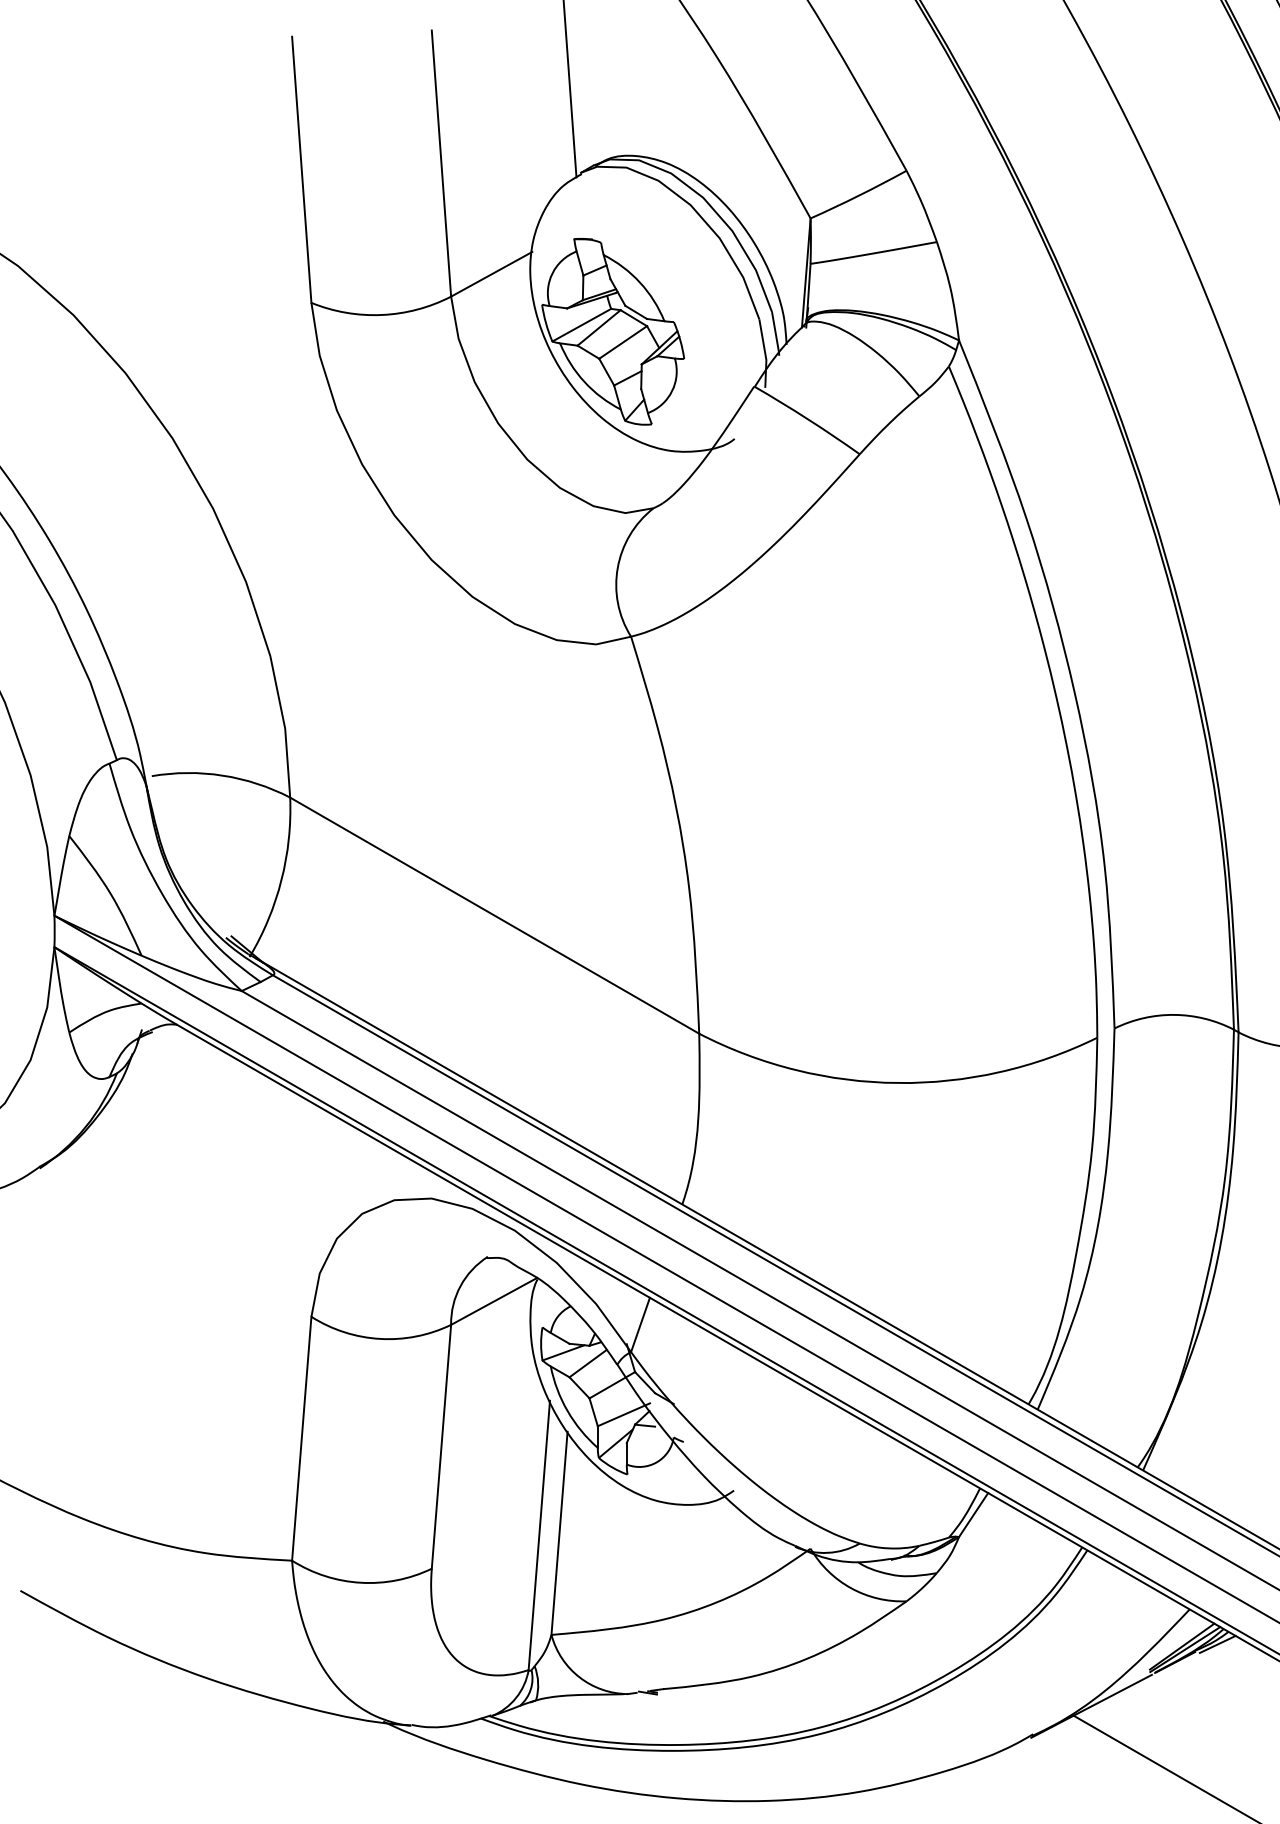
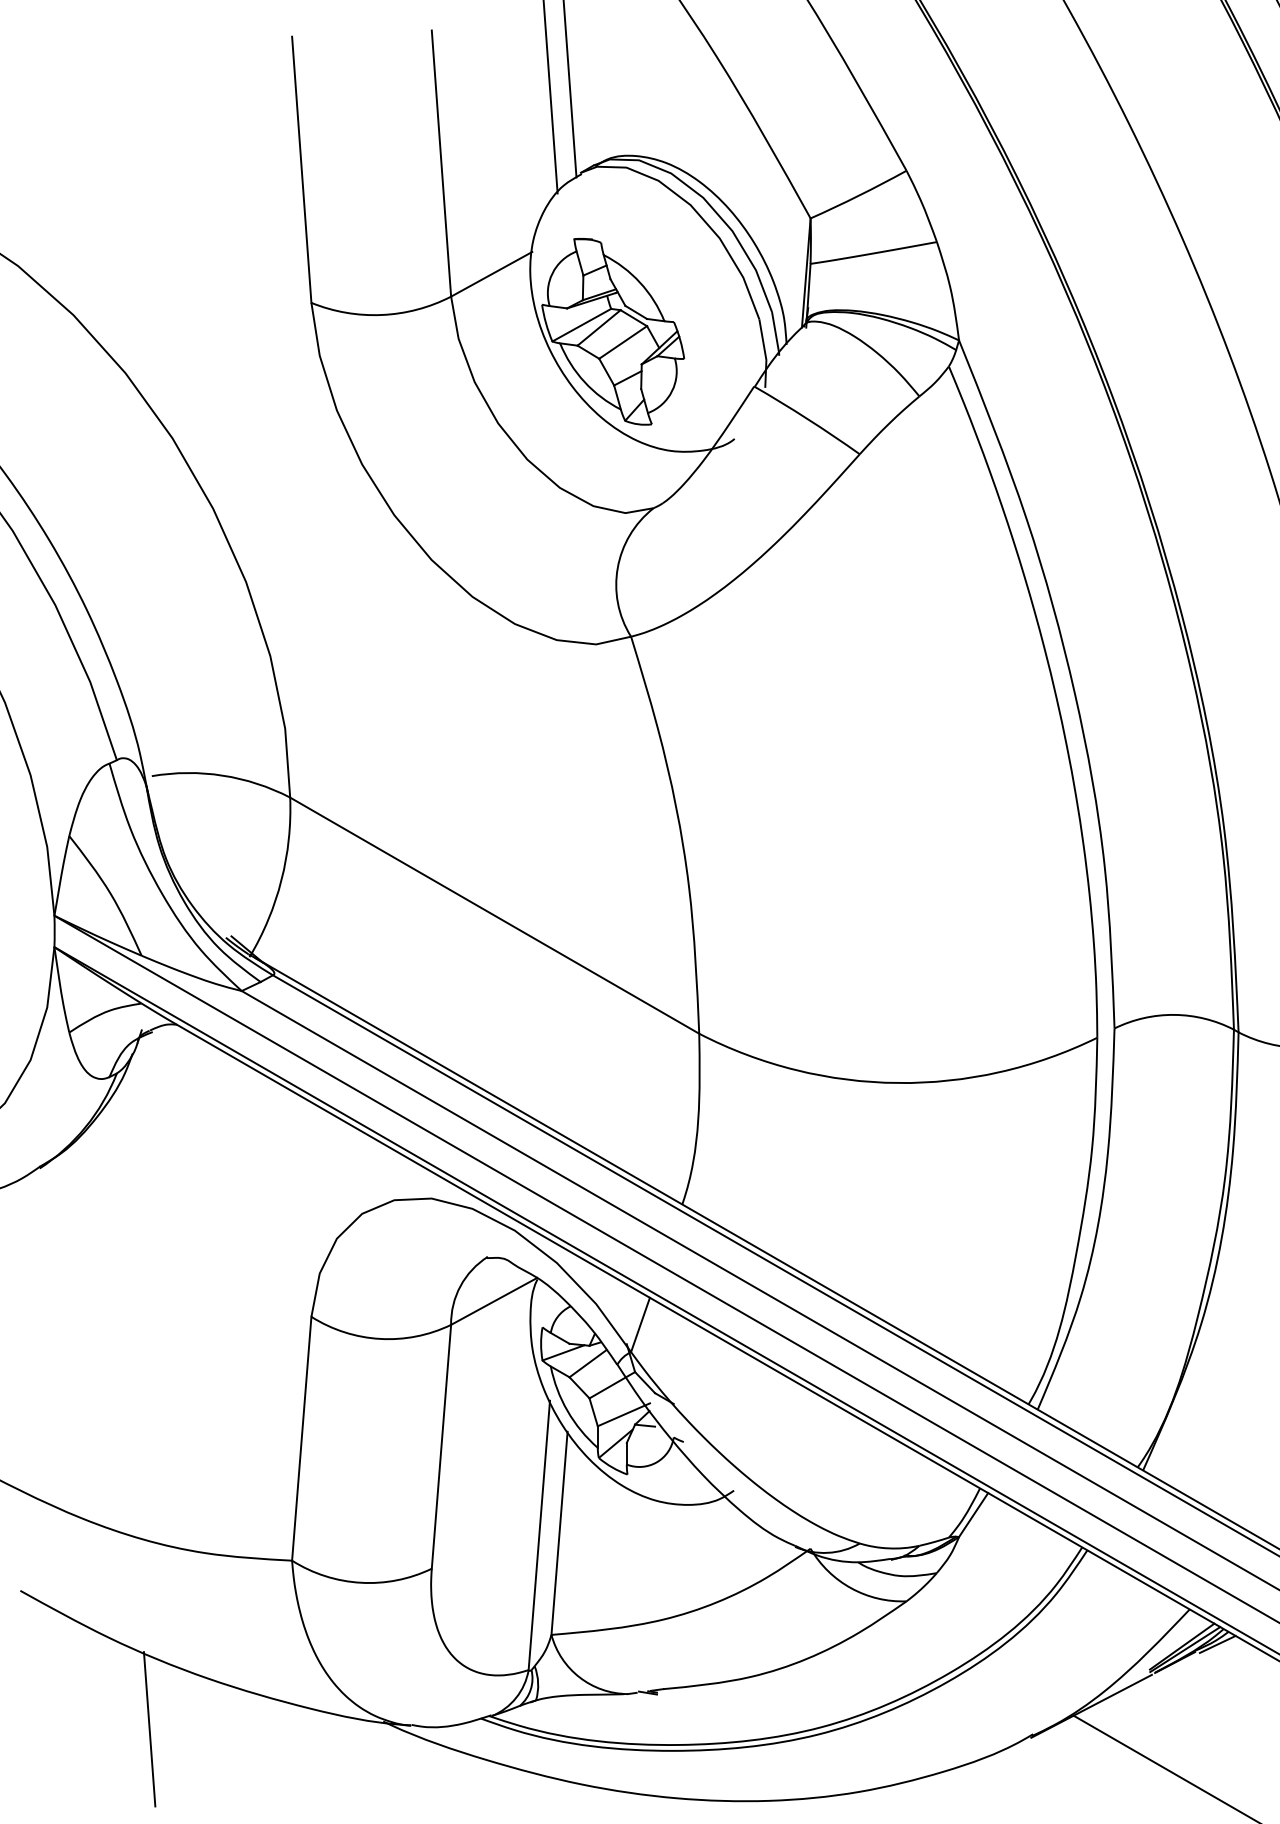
line at (550, 97): none -> present
line at (149, 1729): none -> present
